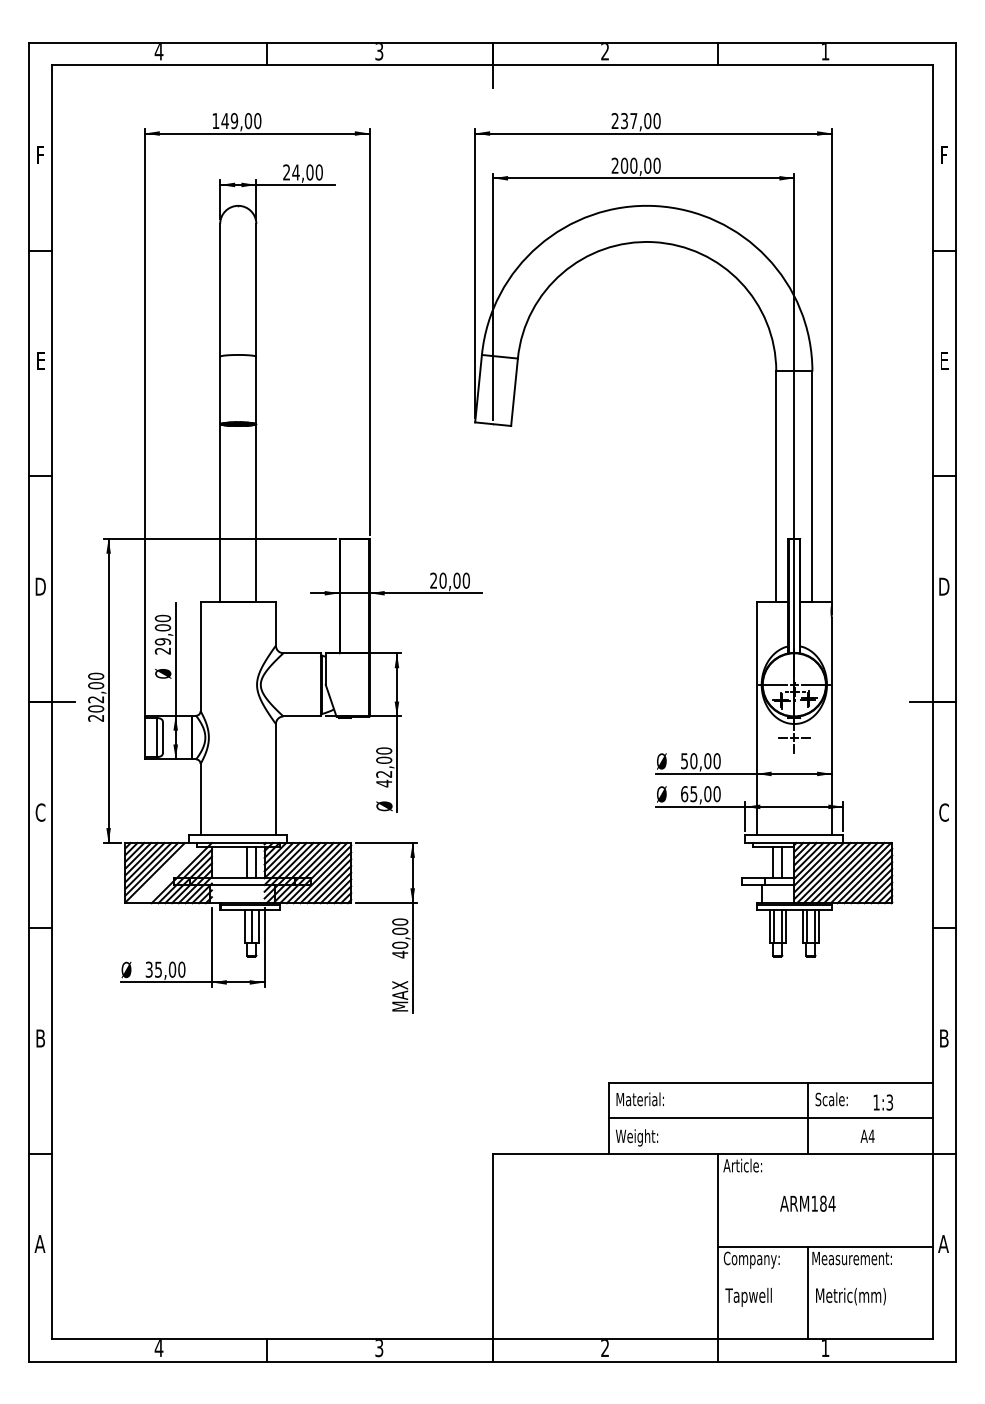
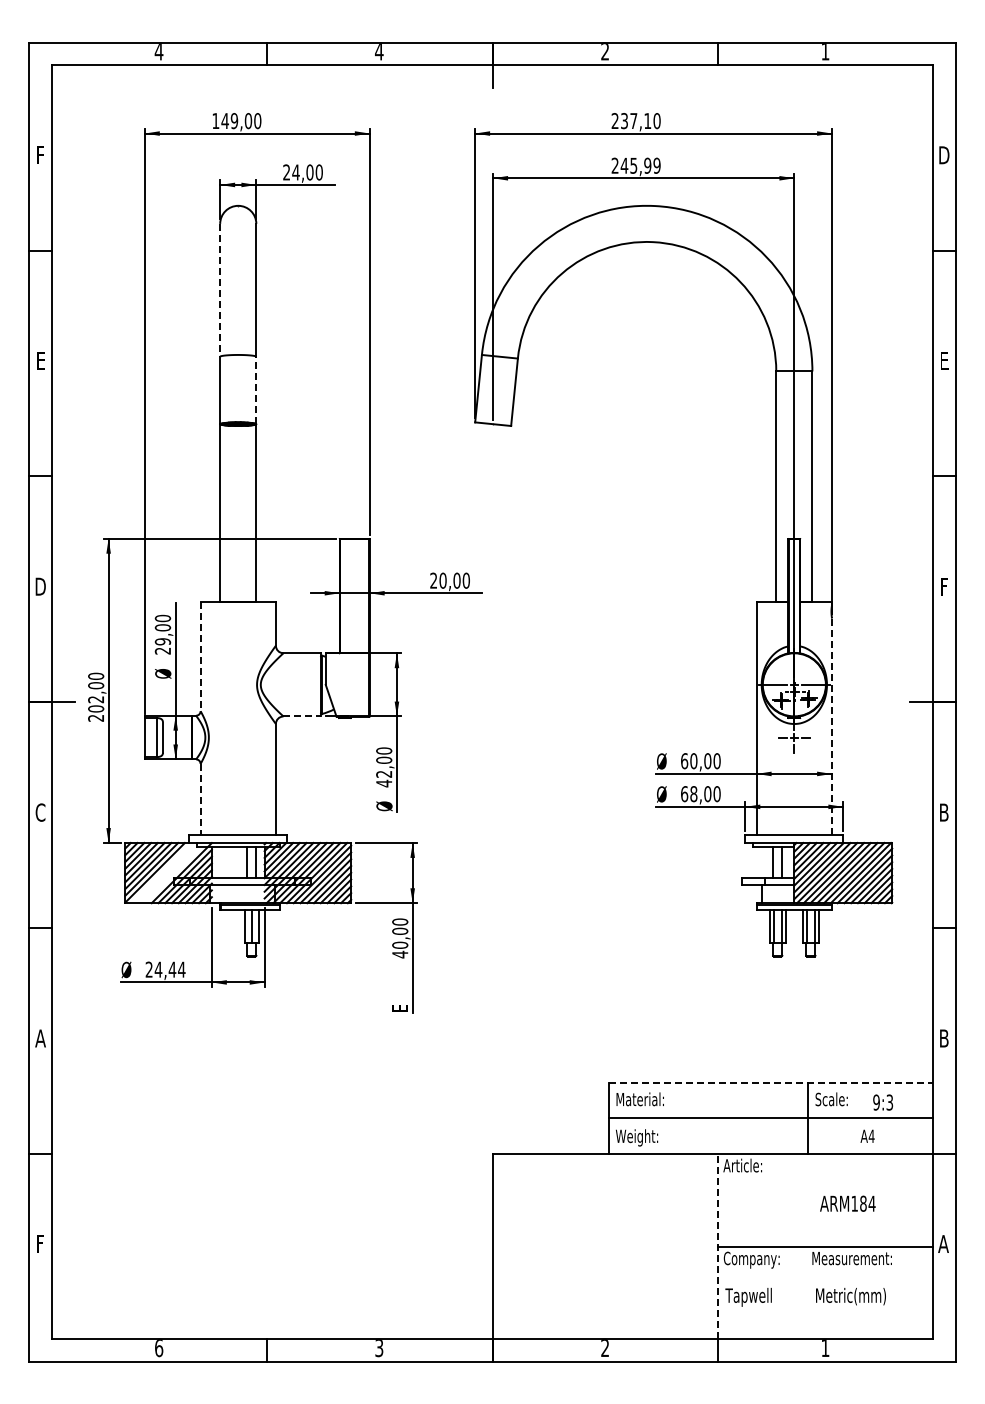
text at (379, 52): 3 -> 4
text at (647, 121): 237,00 -> 237,10
text at (944, 155): F -> D
text at (640, 165): 200,00 -> 245,99
line at (220, 290): solid -> dashed
line at (256, 390): solid -> dashed
text at (944, 586): D -> F
line at (200, 656): solid -> dashed
line at (302, 716): solid -> dashed
line at (831, 726): solid -> dashed
text at (684, 761): 50,00 -> 60,00
text at (693, 794): 65,00 -> 68,00
line at (200, 799): solid -> dashed
text at (943, 812): C -> B
text at (165, 969): 35,00 -> 24,44
text at (400, 996): MAX -> E
text at (40, 1038): B -> A
line at (771, 1082): solid -> dashed
text at (876, 1102): 1:3 -> 9:3
text at (807, 1203) position: (807, 1203) -> (847, 1203)
text at (39, 1243): A -> F
line at (718, 1246): solid -> dashed
line at (808, 1292): present -> none
text at (158, 1348): 4 -> 6
